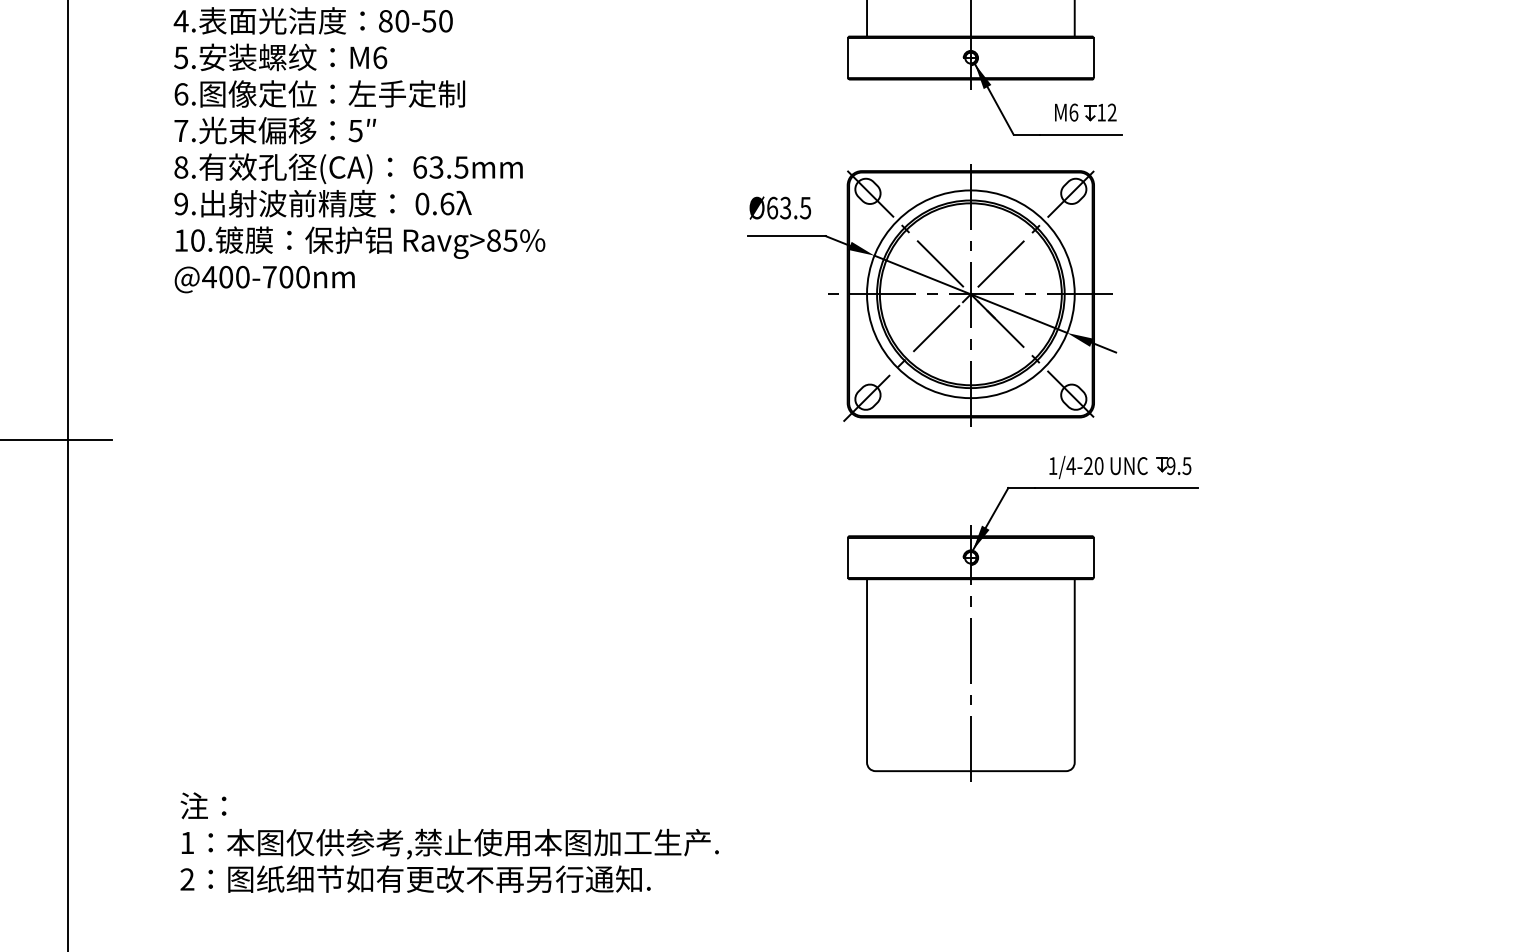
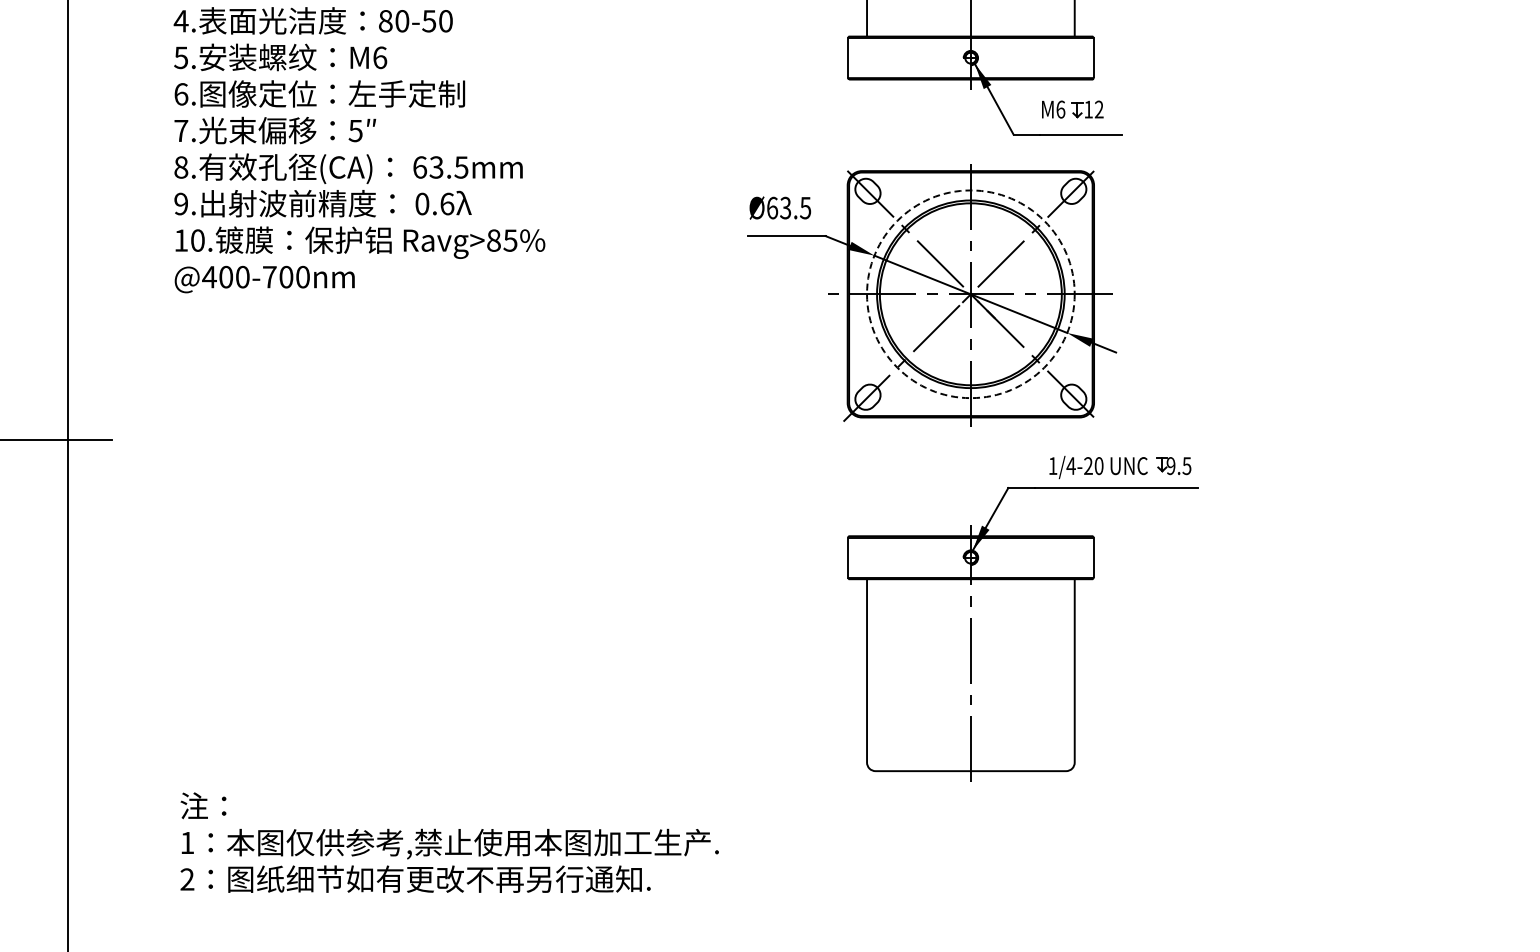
part at (1085, 112) position: (1085, 112) -> (1072, 109)
circle at (970, 294): solid -> dashed
